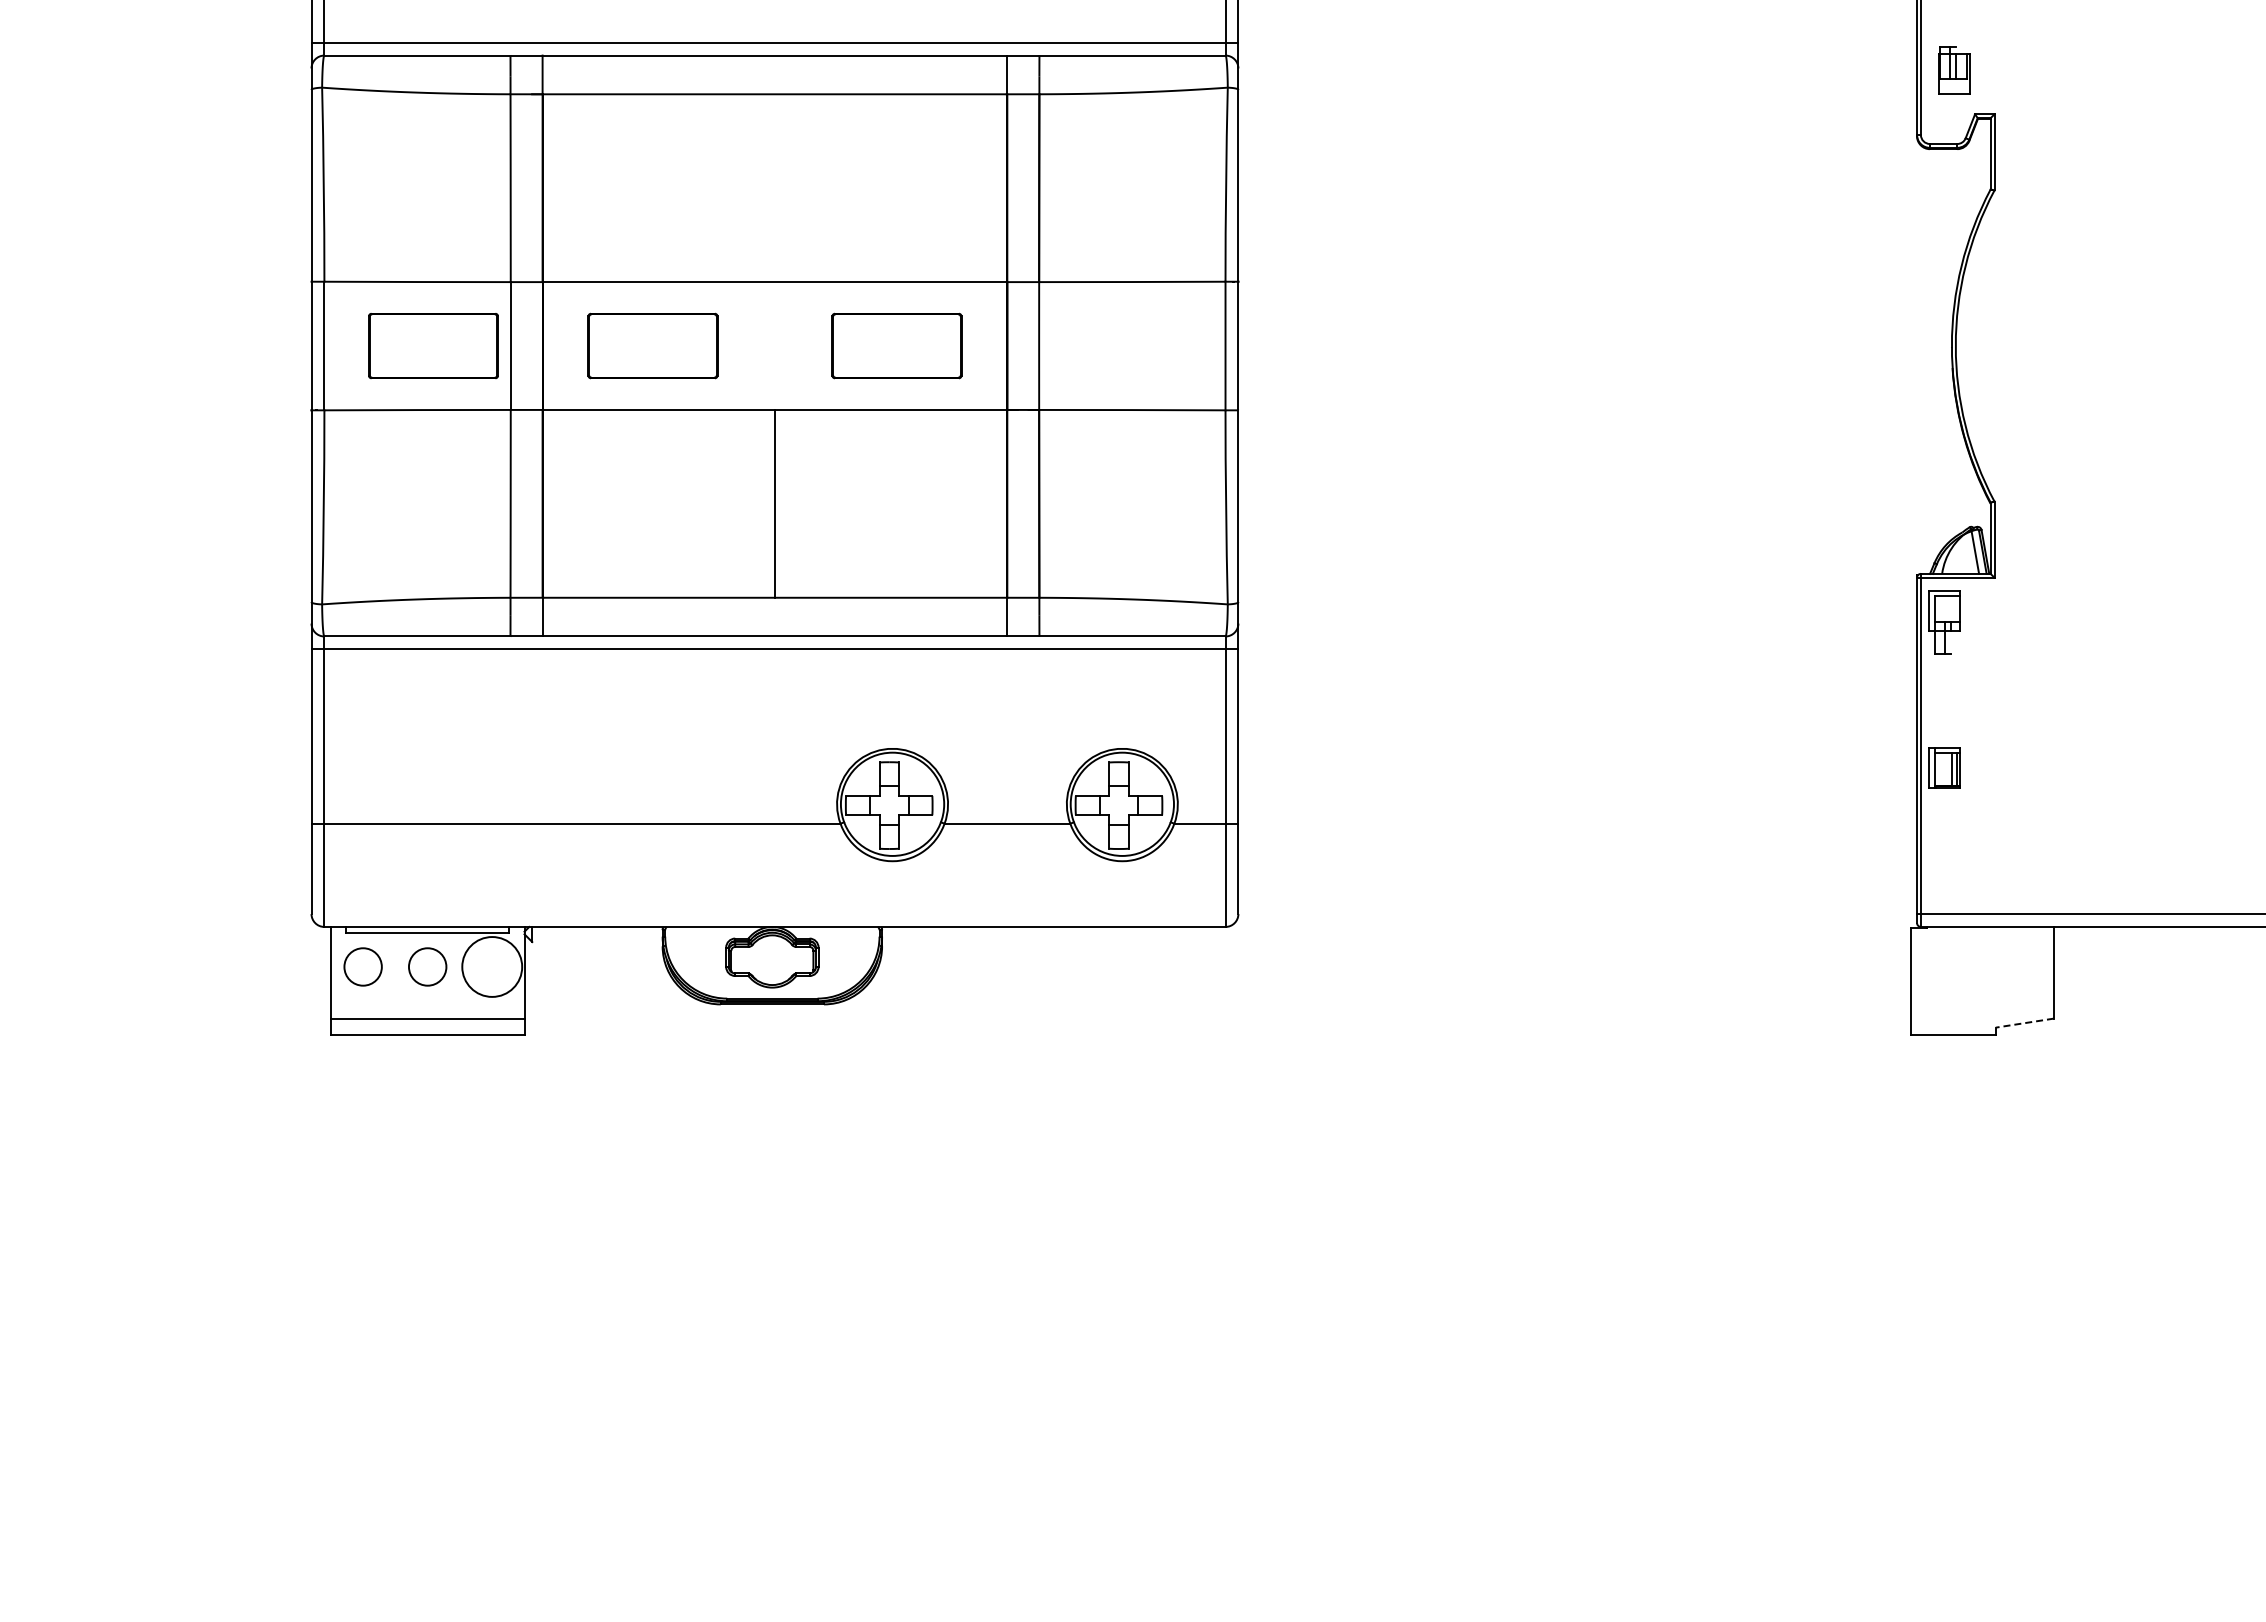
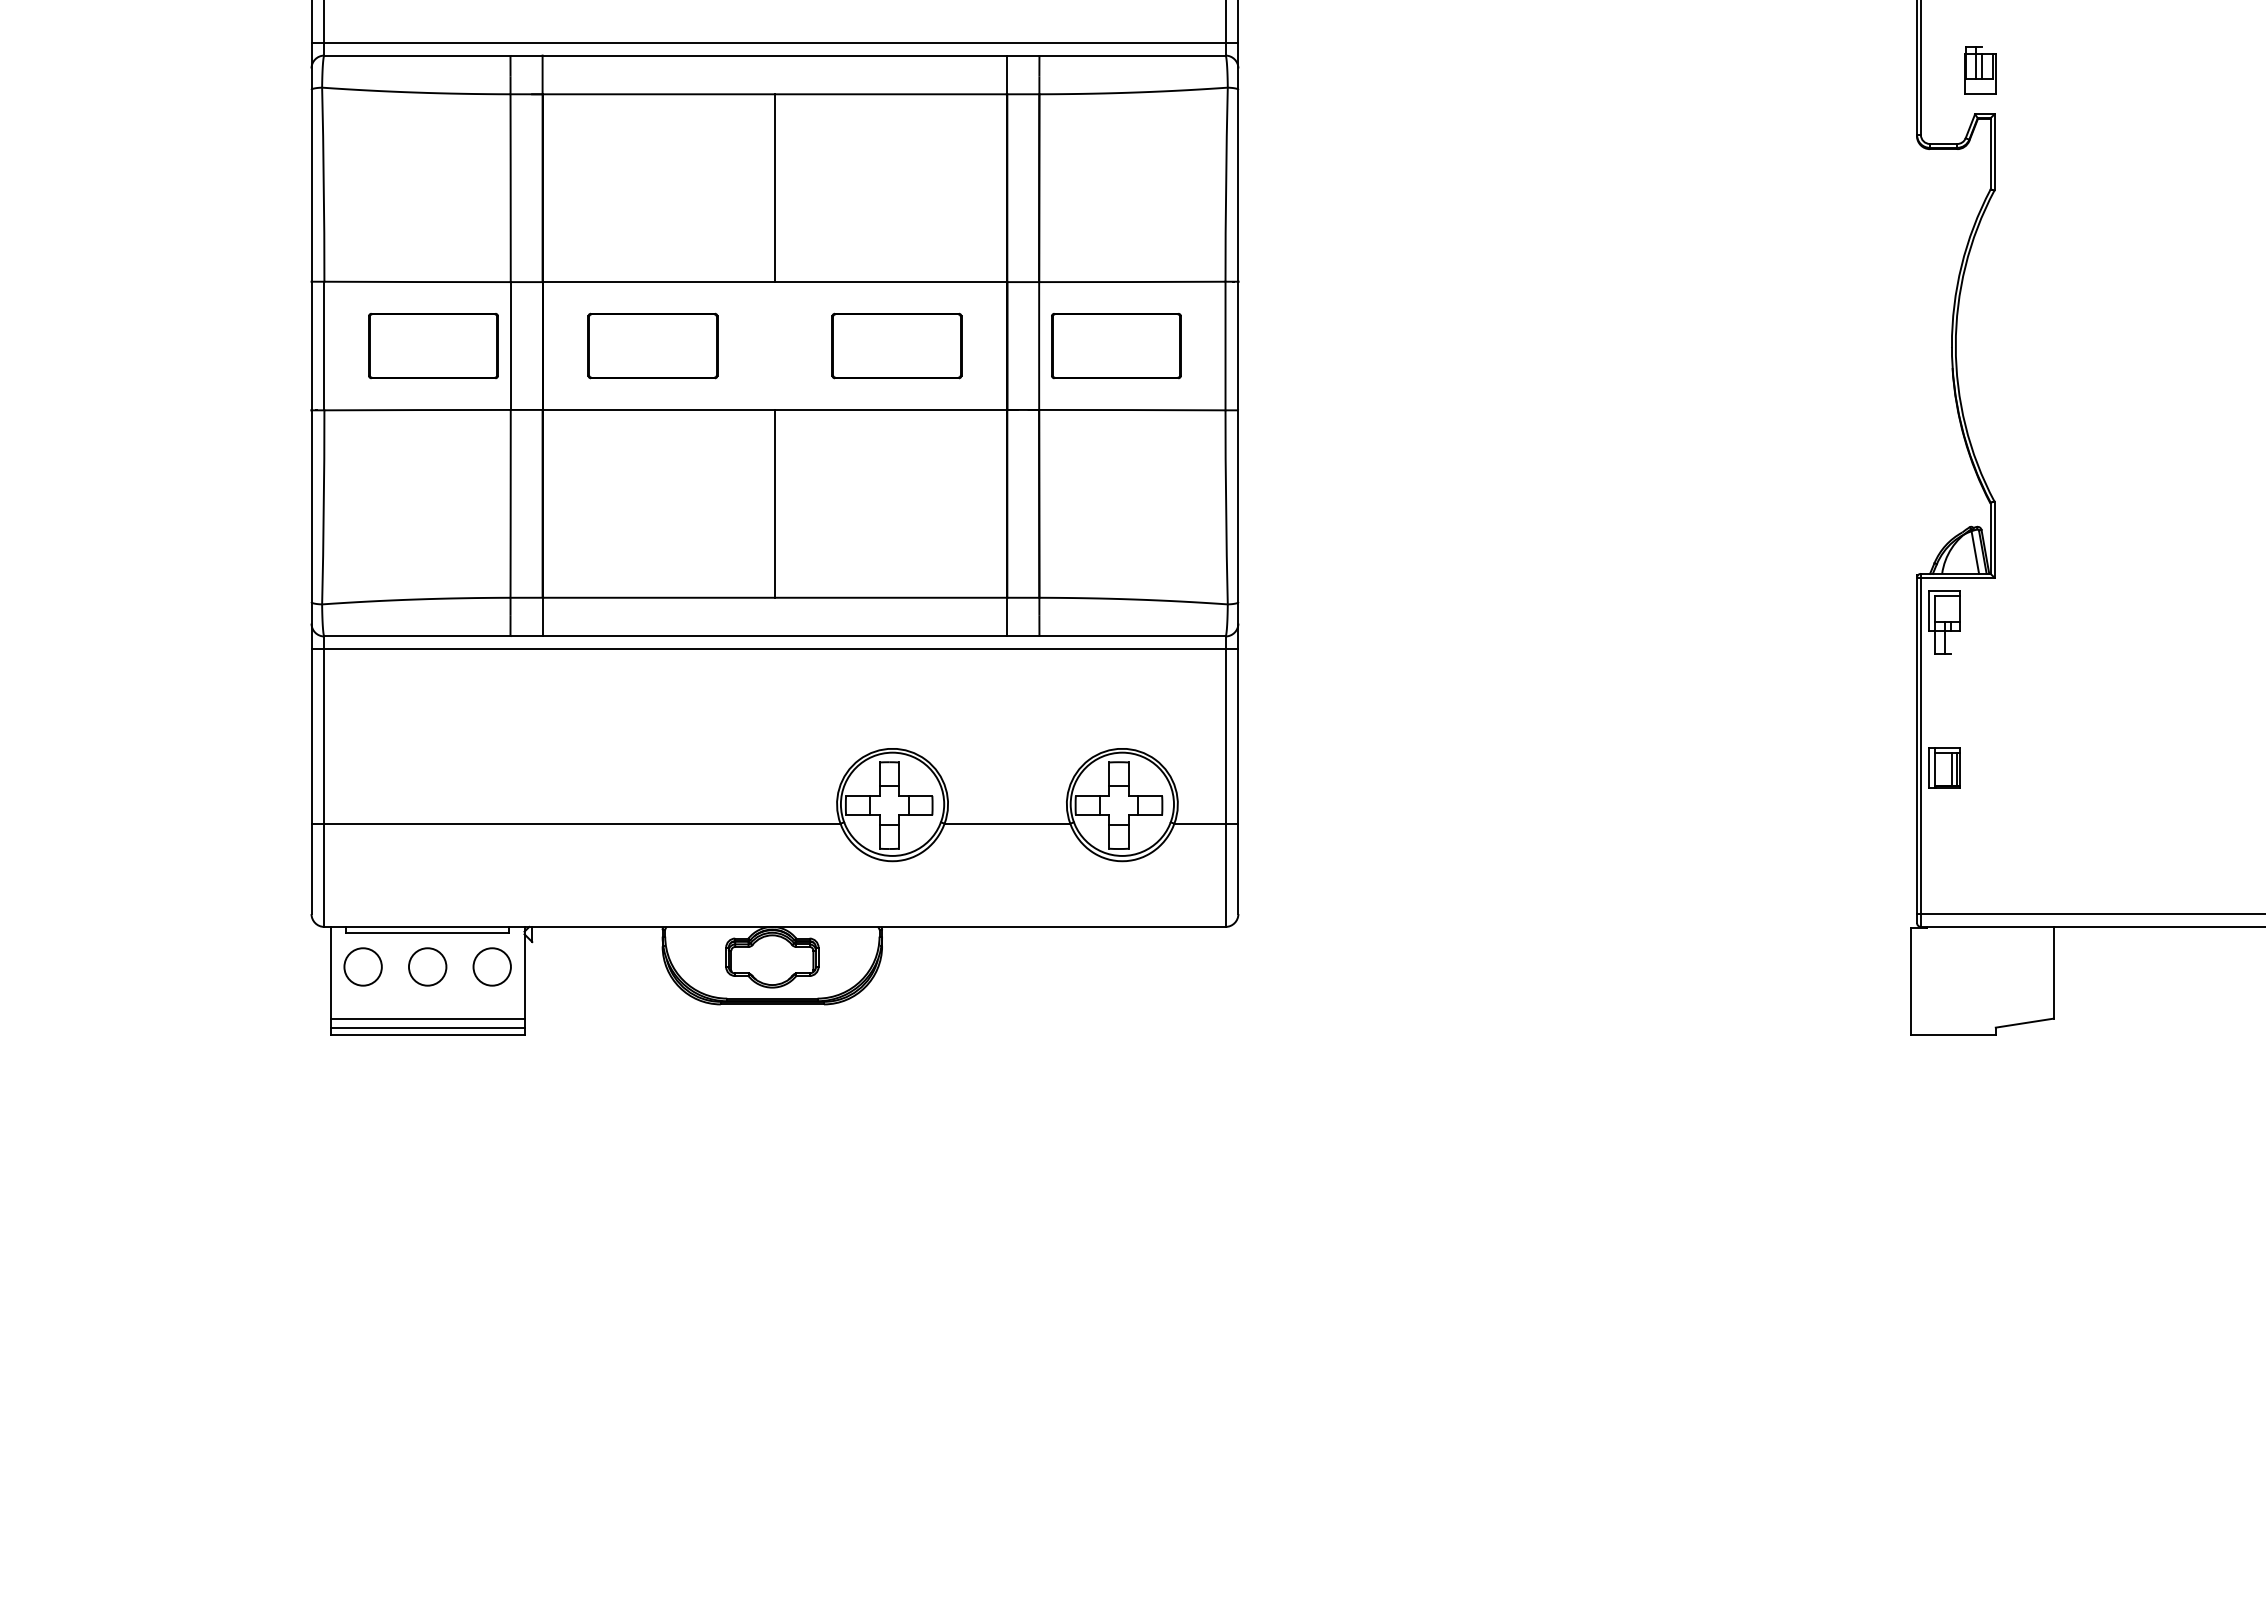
part at (1954, 70) position: (1954, 70) -> (1980, 70)
line at (774, 188): none -> present
part at (1116, 346): none -> present
circle at (492, 966) diameter: 60 px -> 37 px
line at (2024, 1023): dashed -> solid
line at (427, 1027): none -> present
